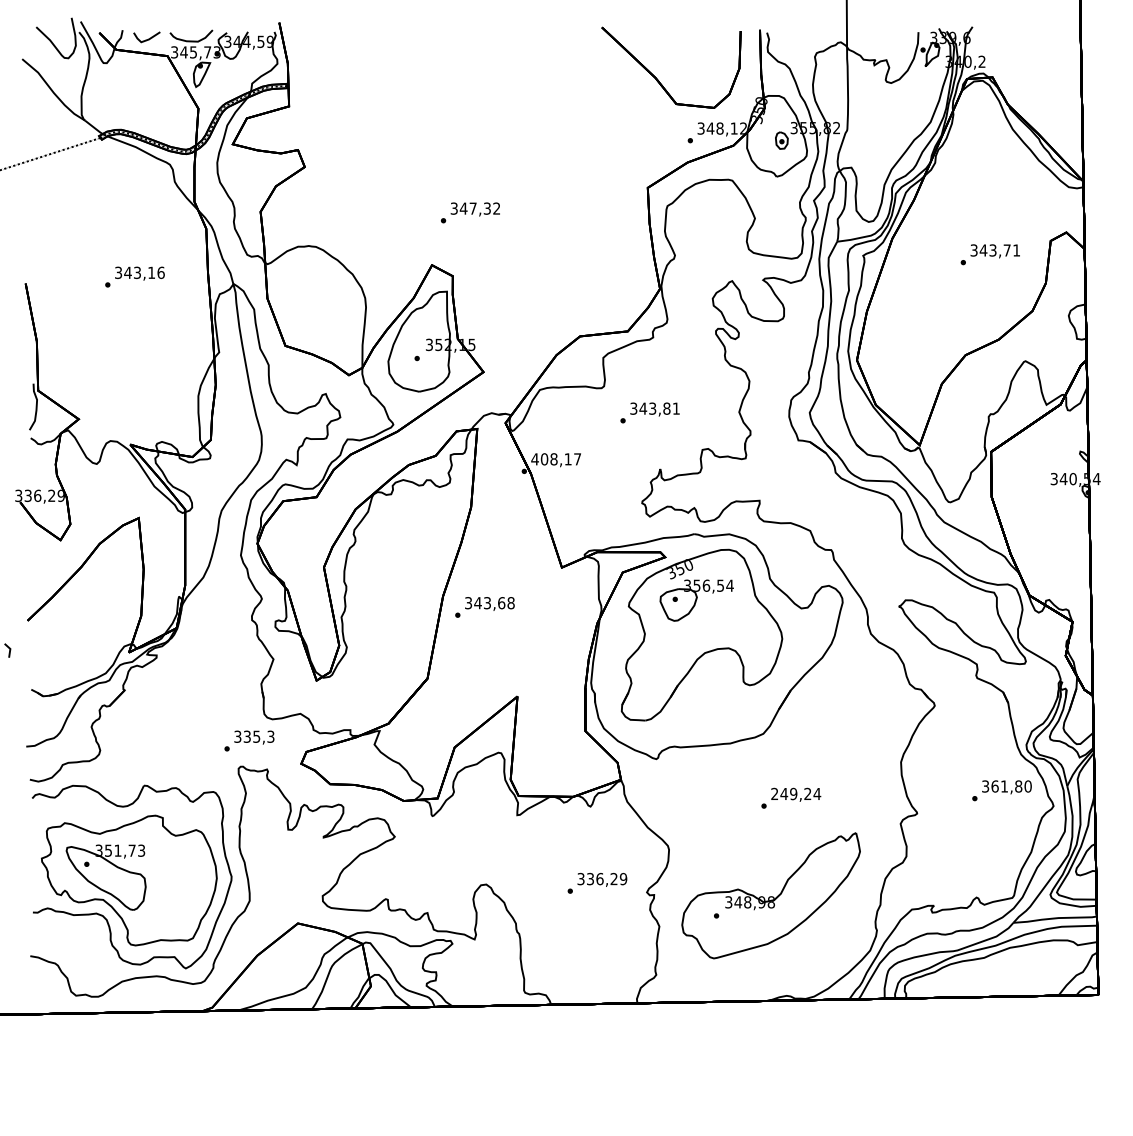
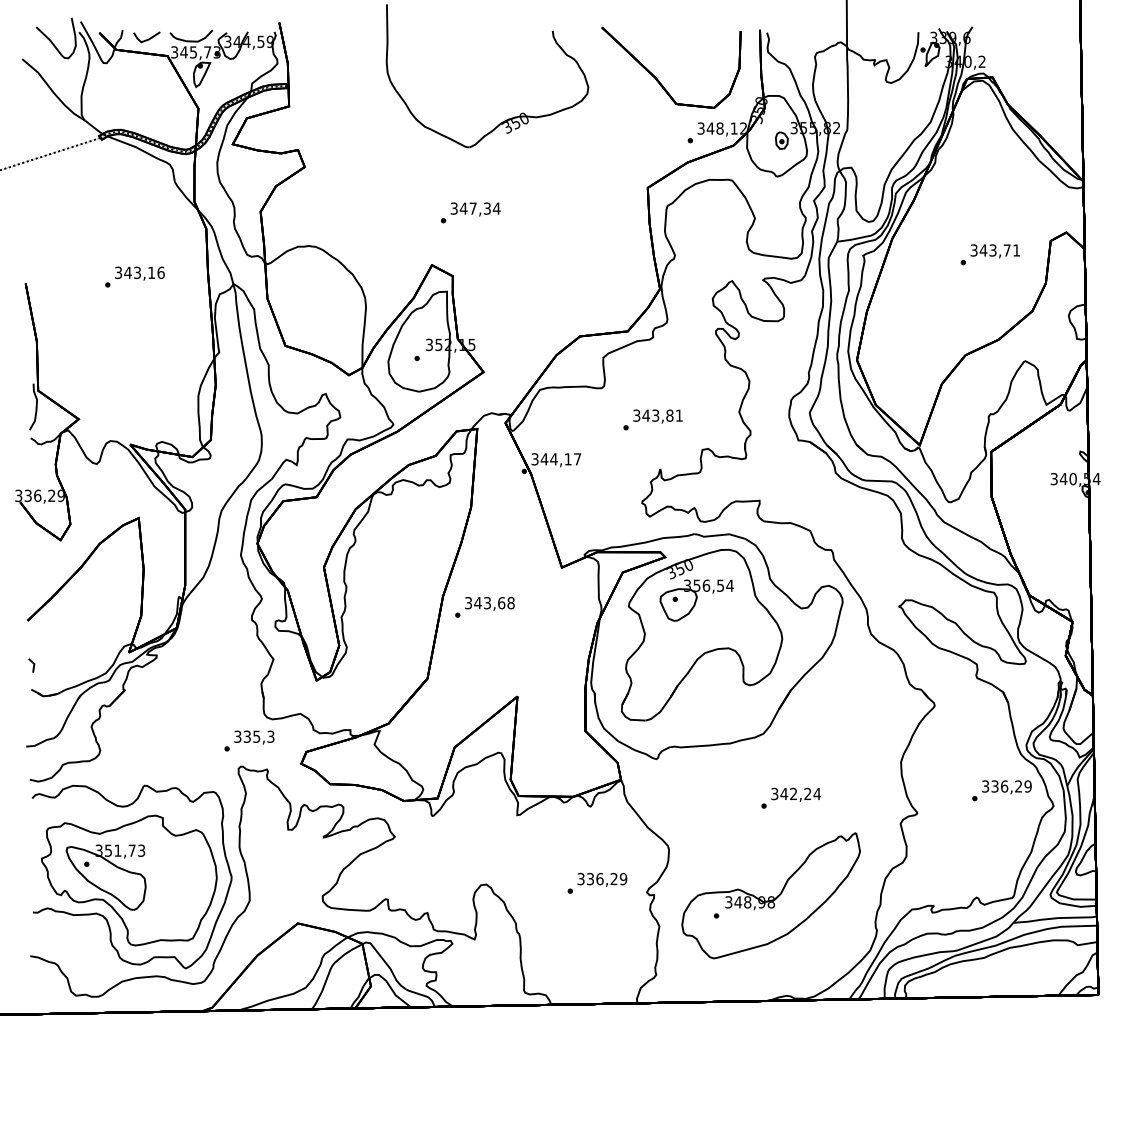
part at (508, 118): none -> present
text at (496, 208): 347,32 -> 347,34
text at (649, 412) position: (649, 412) -> (652, 419)
text at (544, 459): 408,17 -> 344,17
line at (9, 650) position: (9, 650) -> (33, 665)
text at (1011, 786): 361,80 -> 336,29
text at (784, 794): 249,24 -> 342,24
